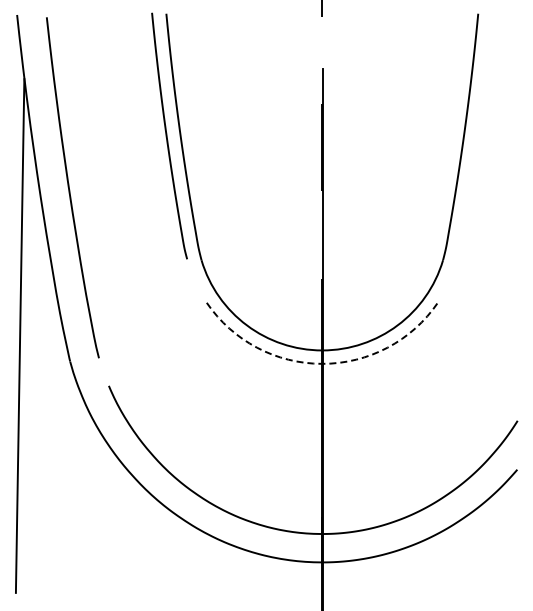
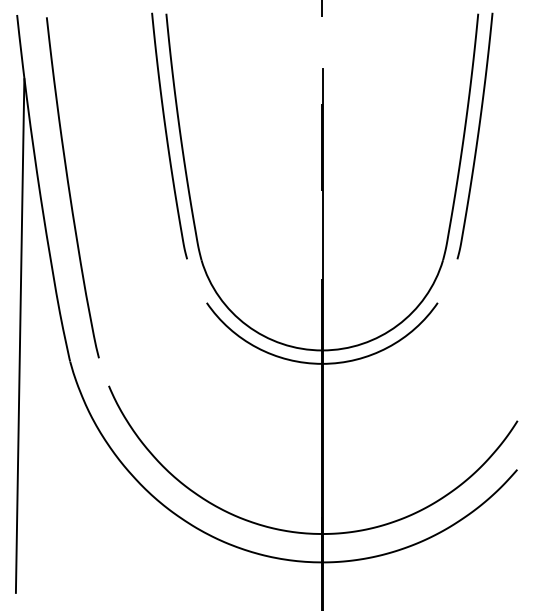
curve at (476, 137): none -> present
arc at (322, 363): dashed -> solid
